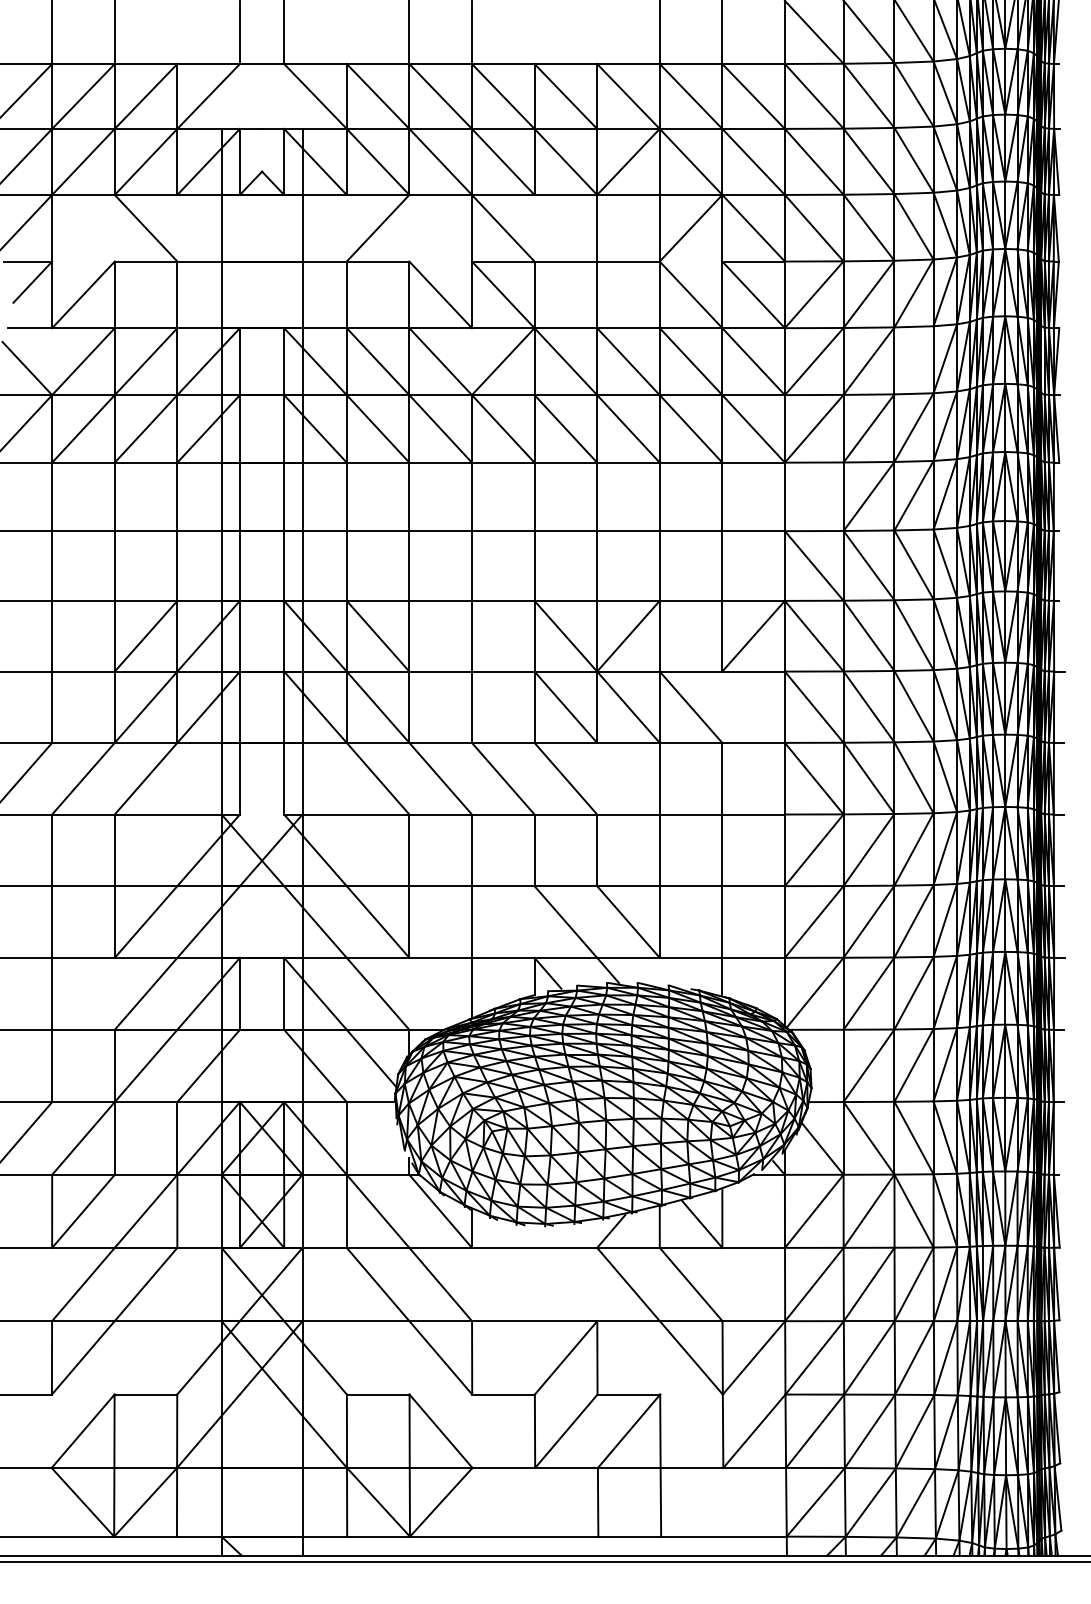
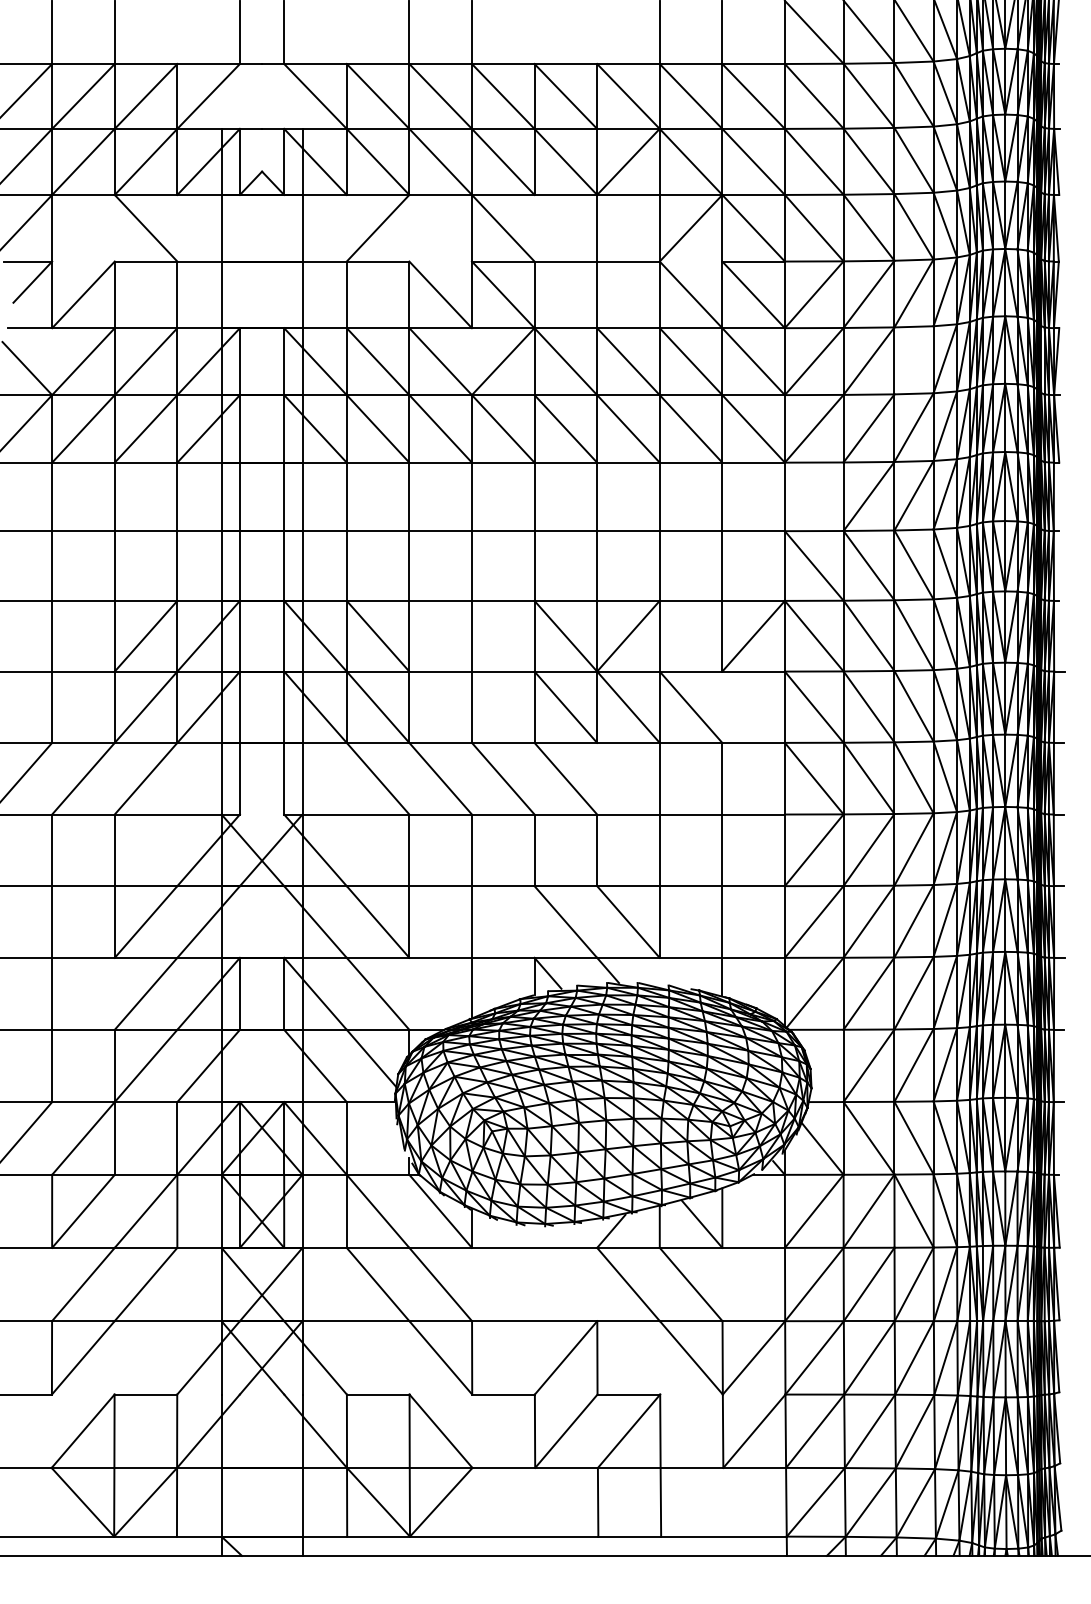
line at (544, 1561): present -> none
